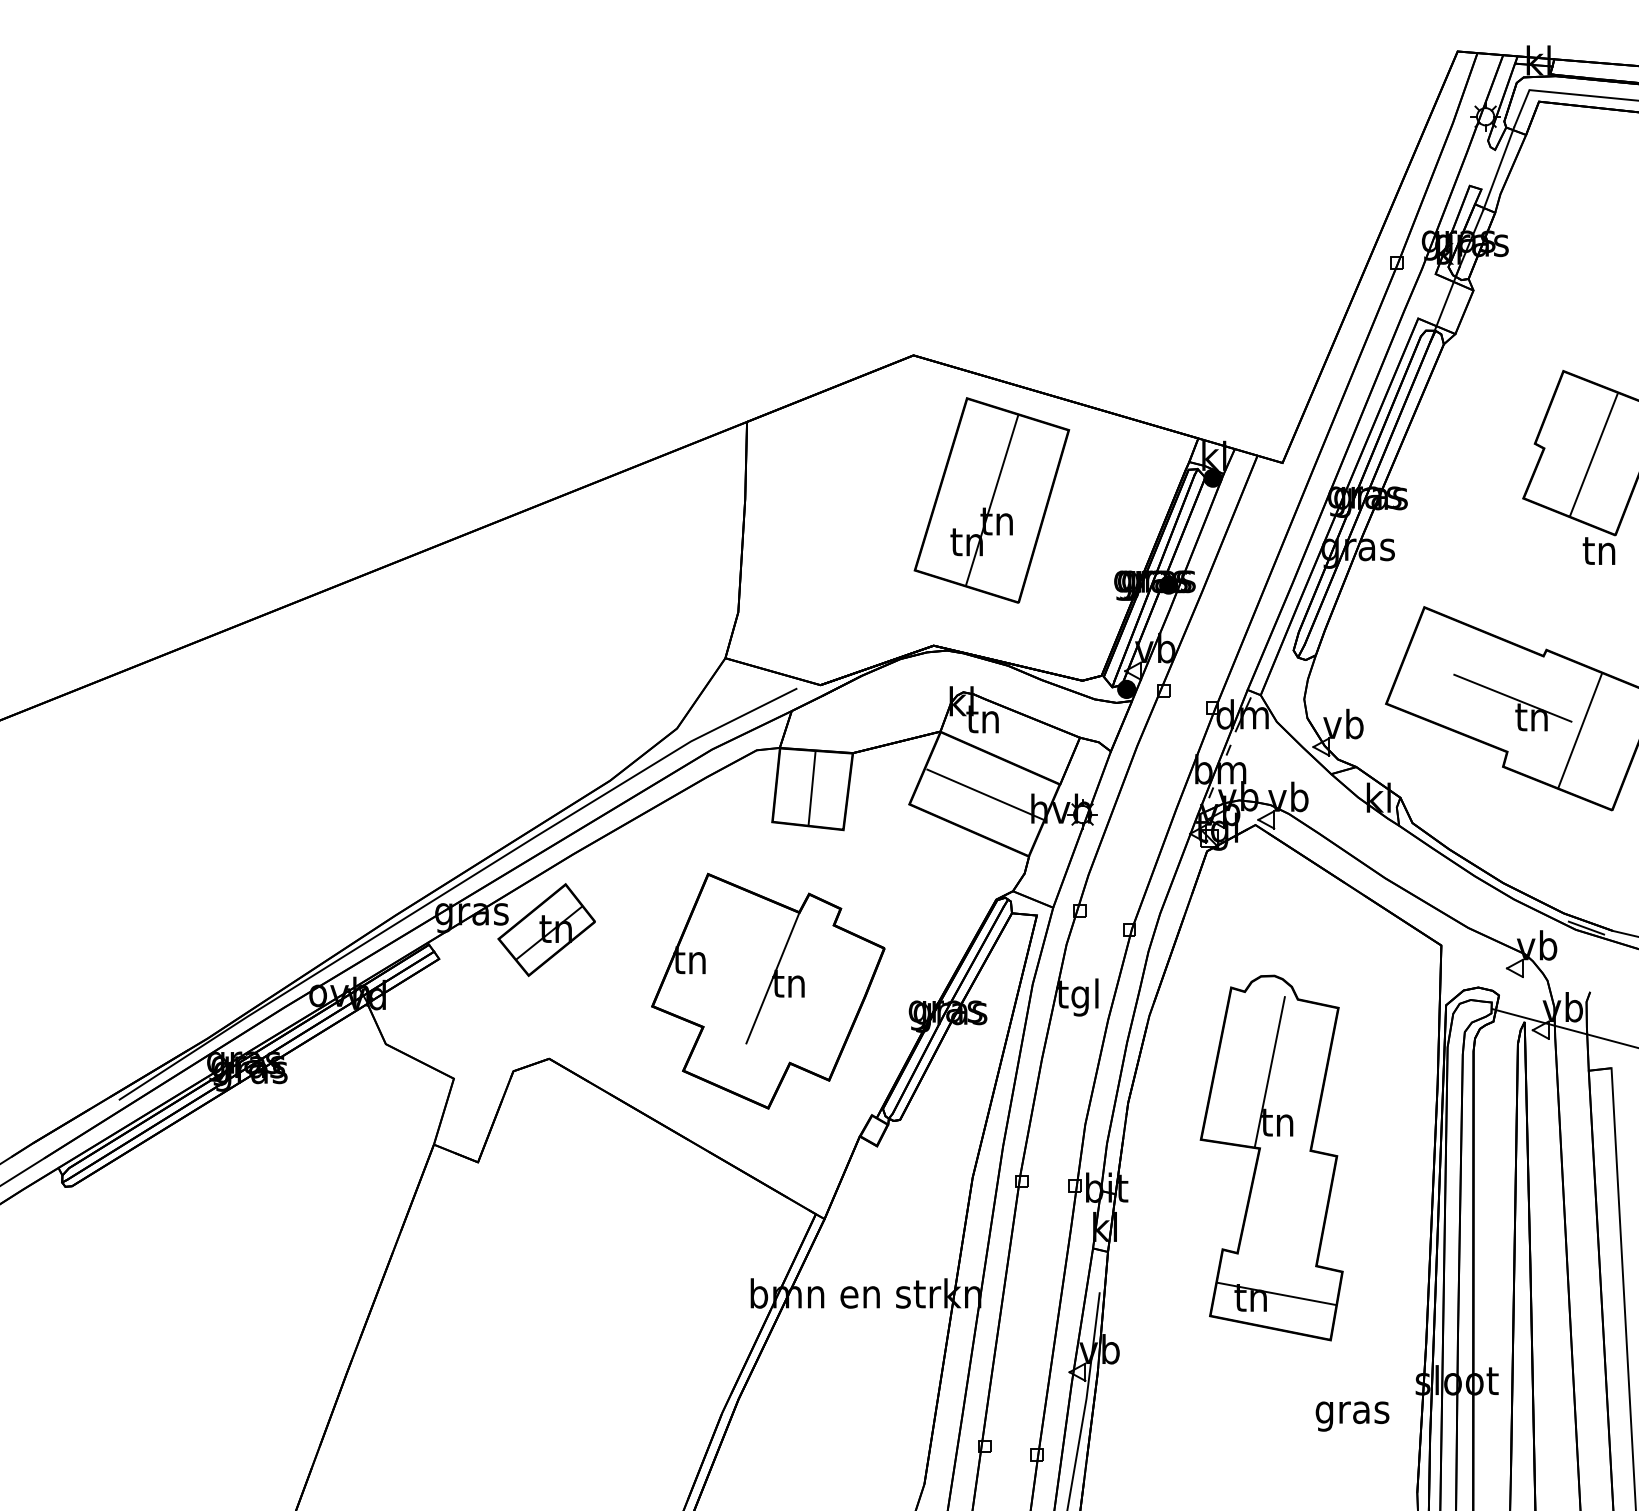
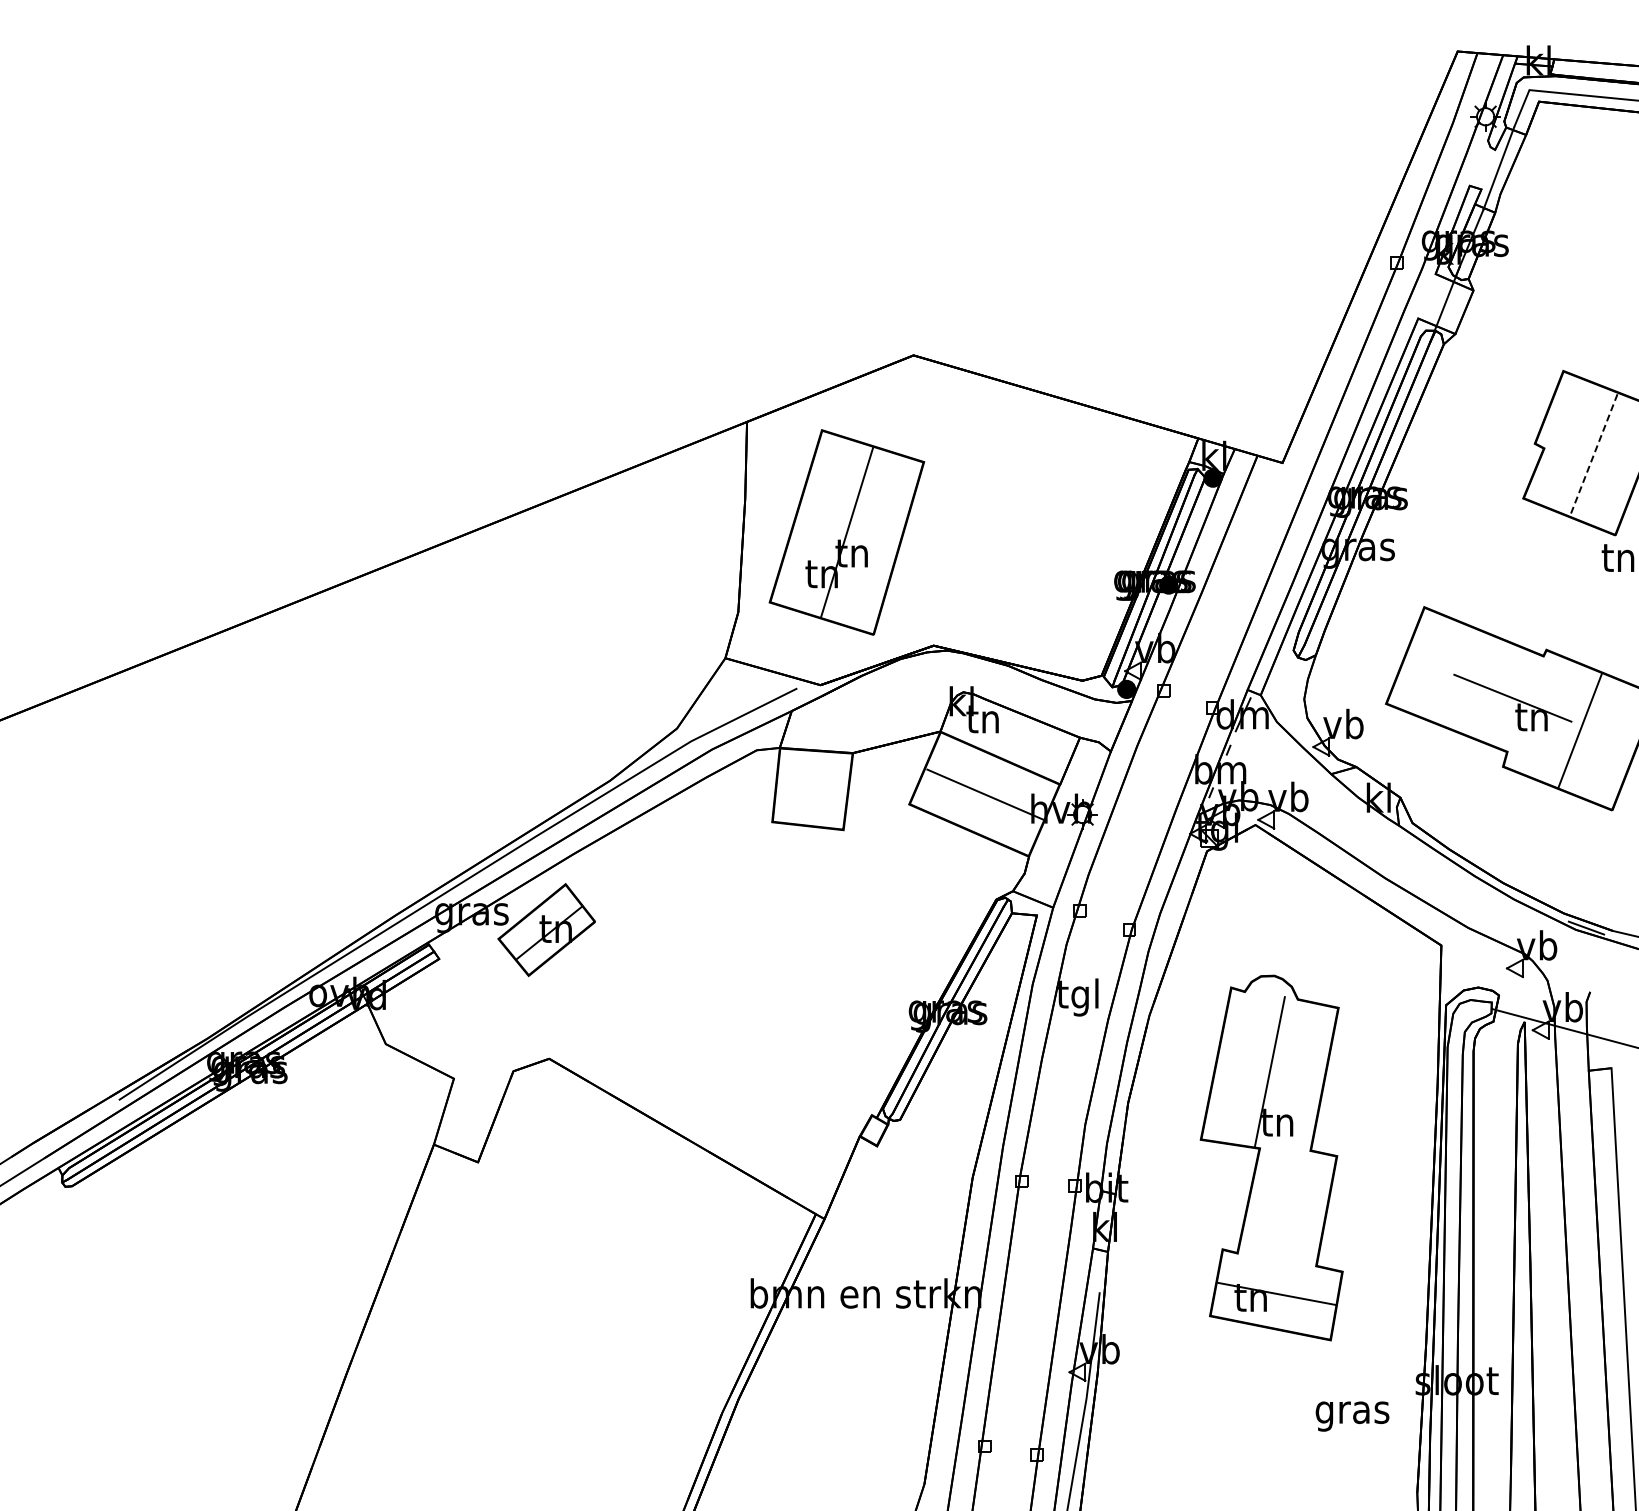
line at (1593, 455): solid -> dashed
part at (991, 500) position: (991, 500) -> (846, 532)
text at (1598, 550) position: (1598, 550) -> (1617, 557)
line at (811, 788): present -> none
part at (768, 990): present -> none
